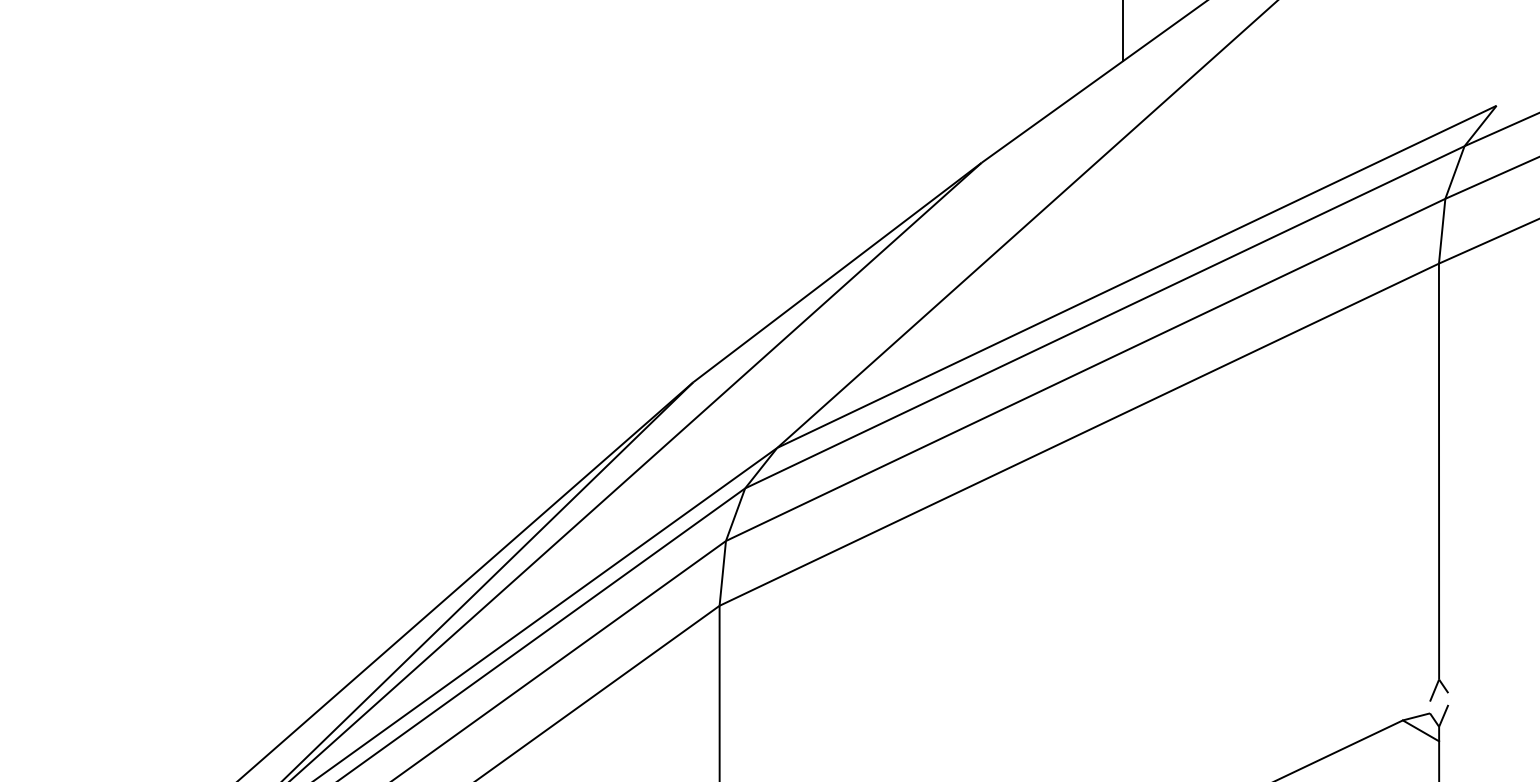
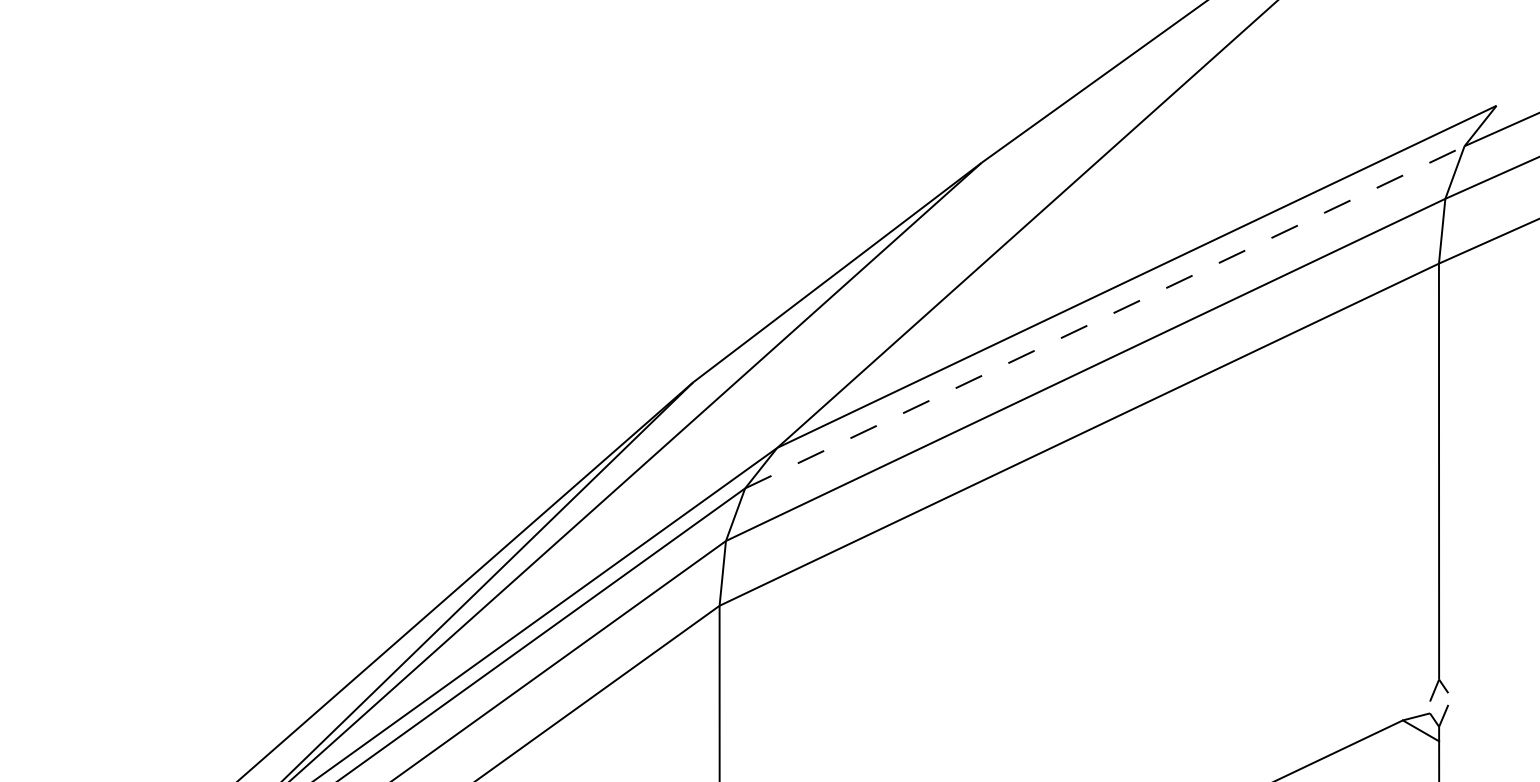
line at (1123, 31): present -> none
line at (1105, 316): solid -> dashed
